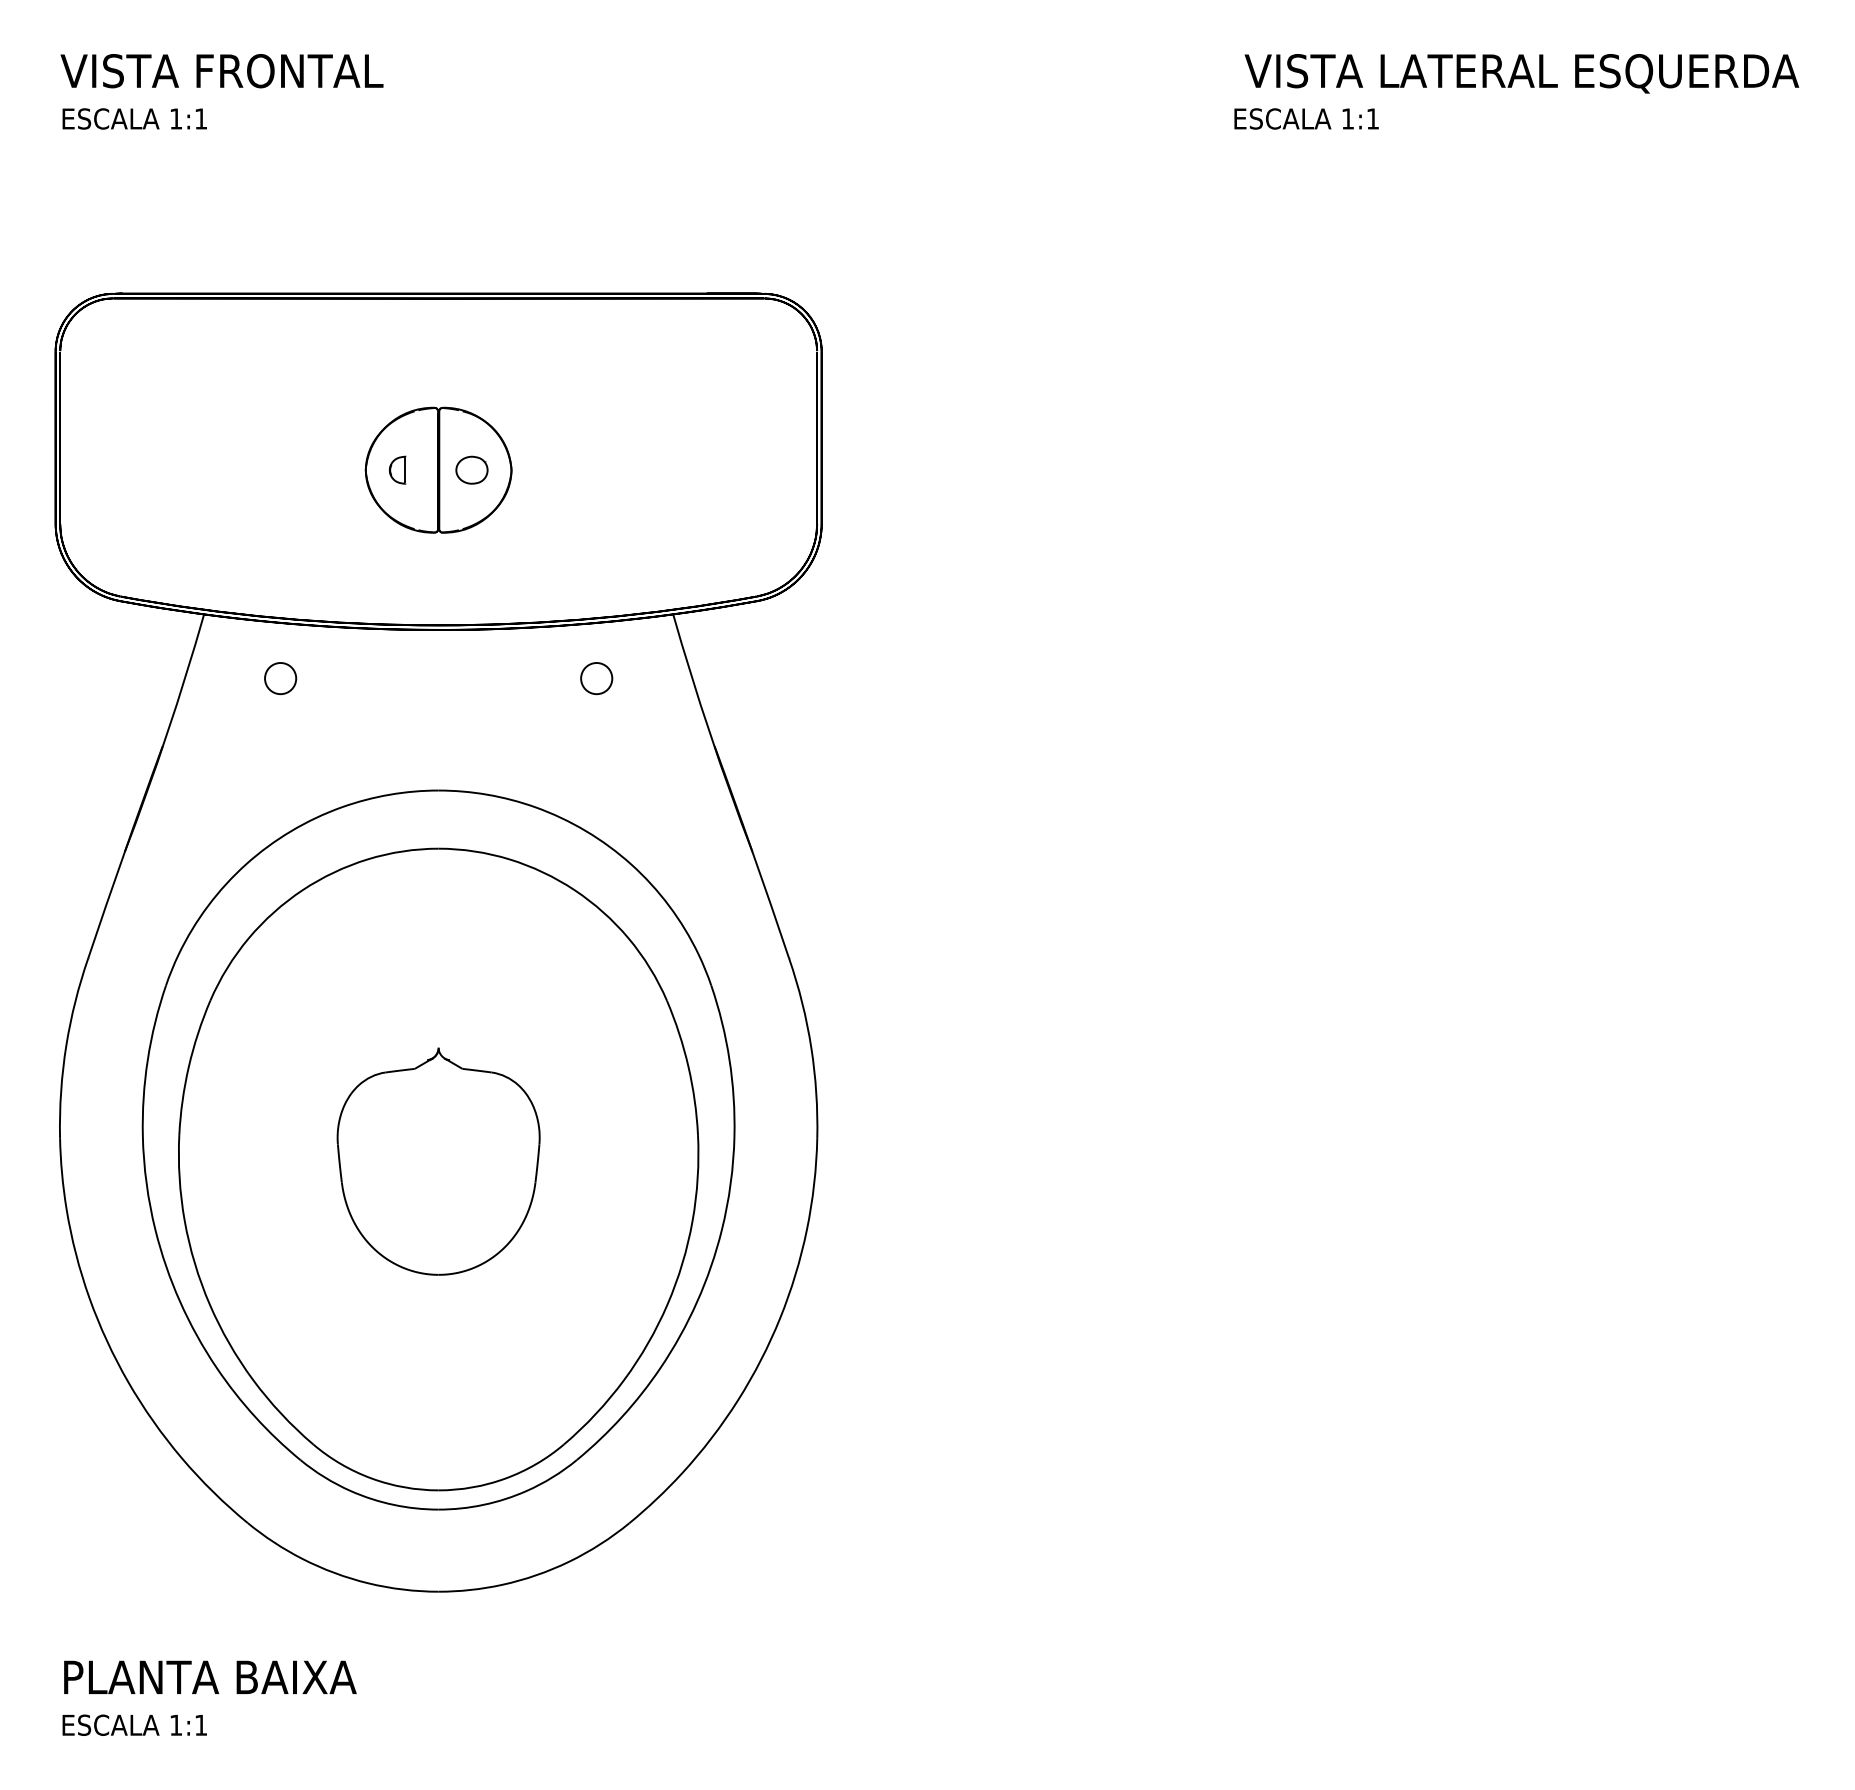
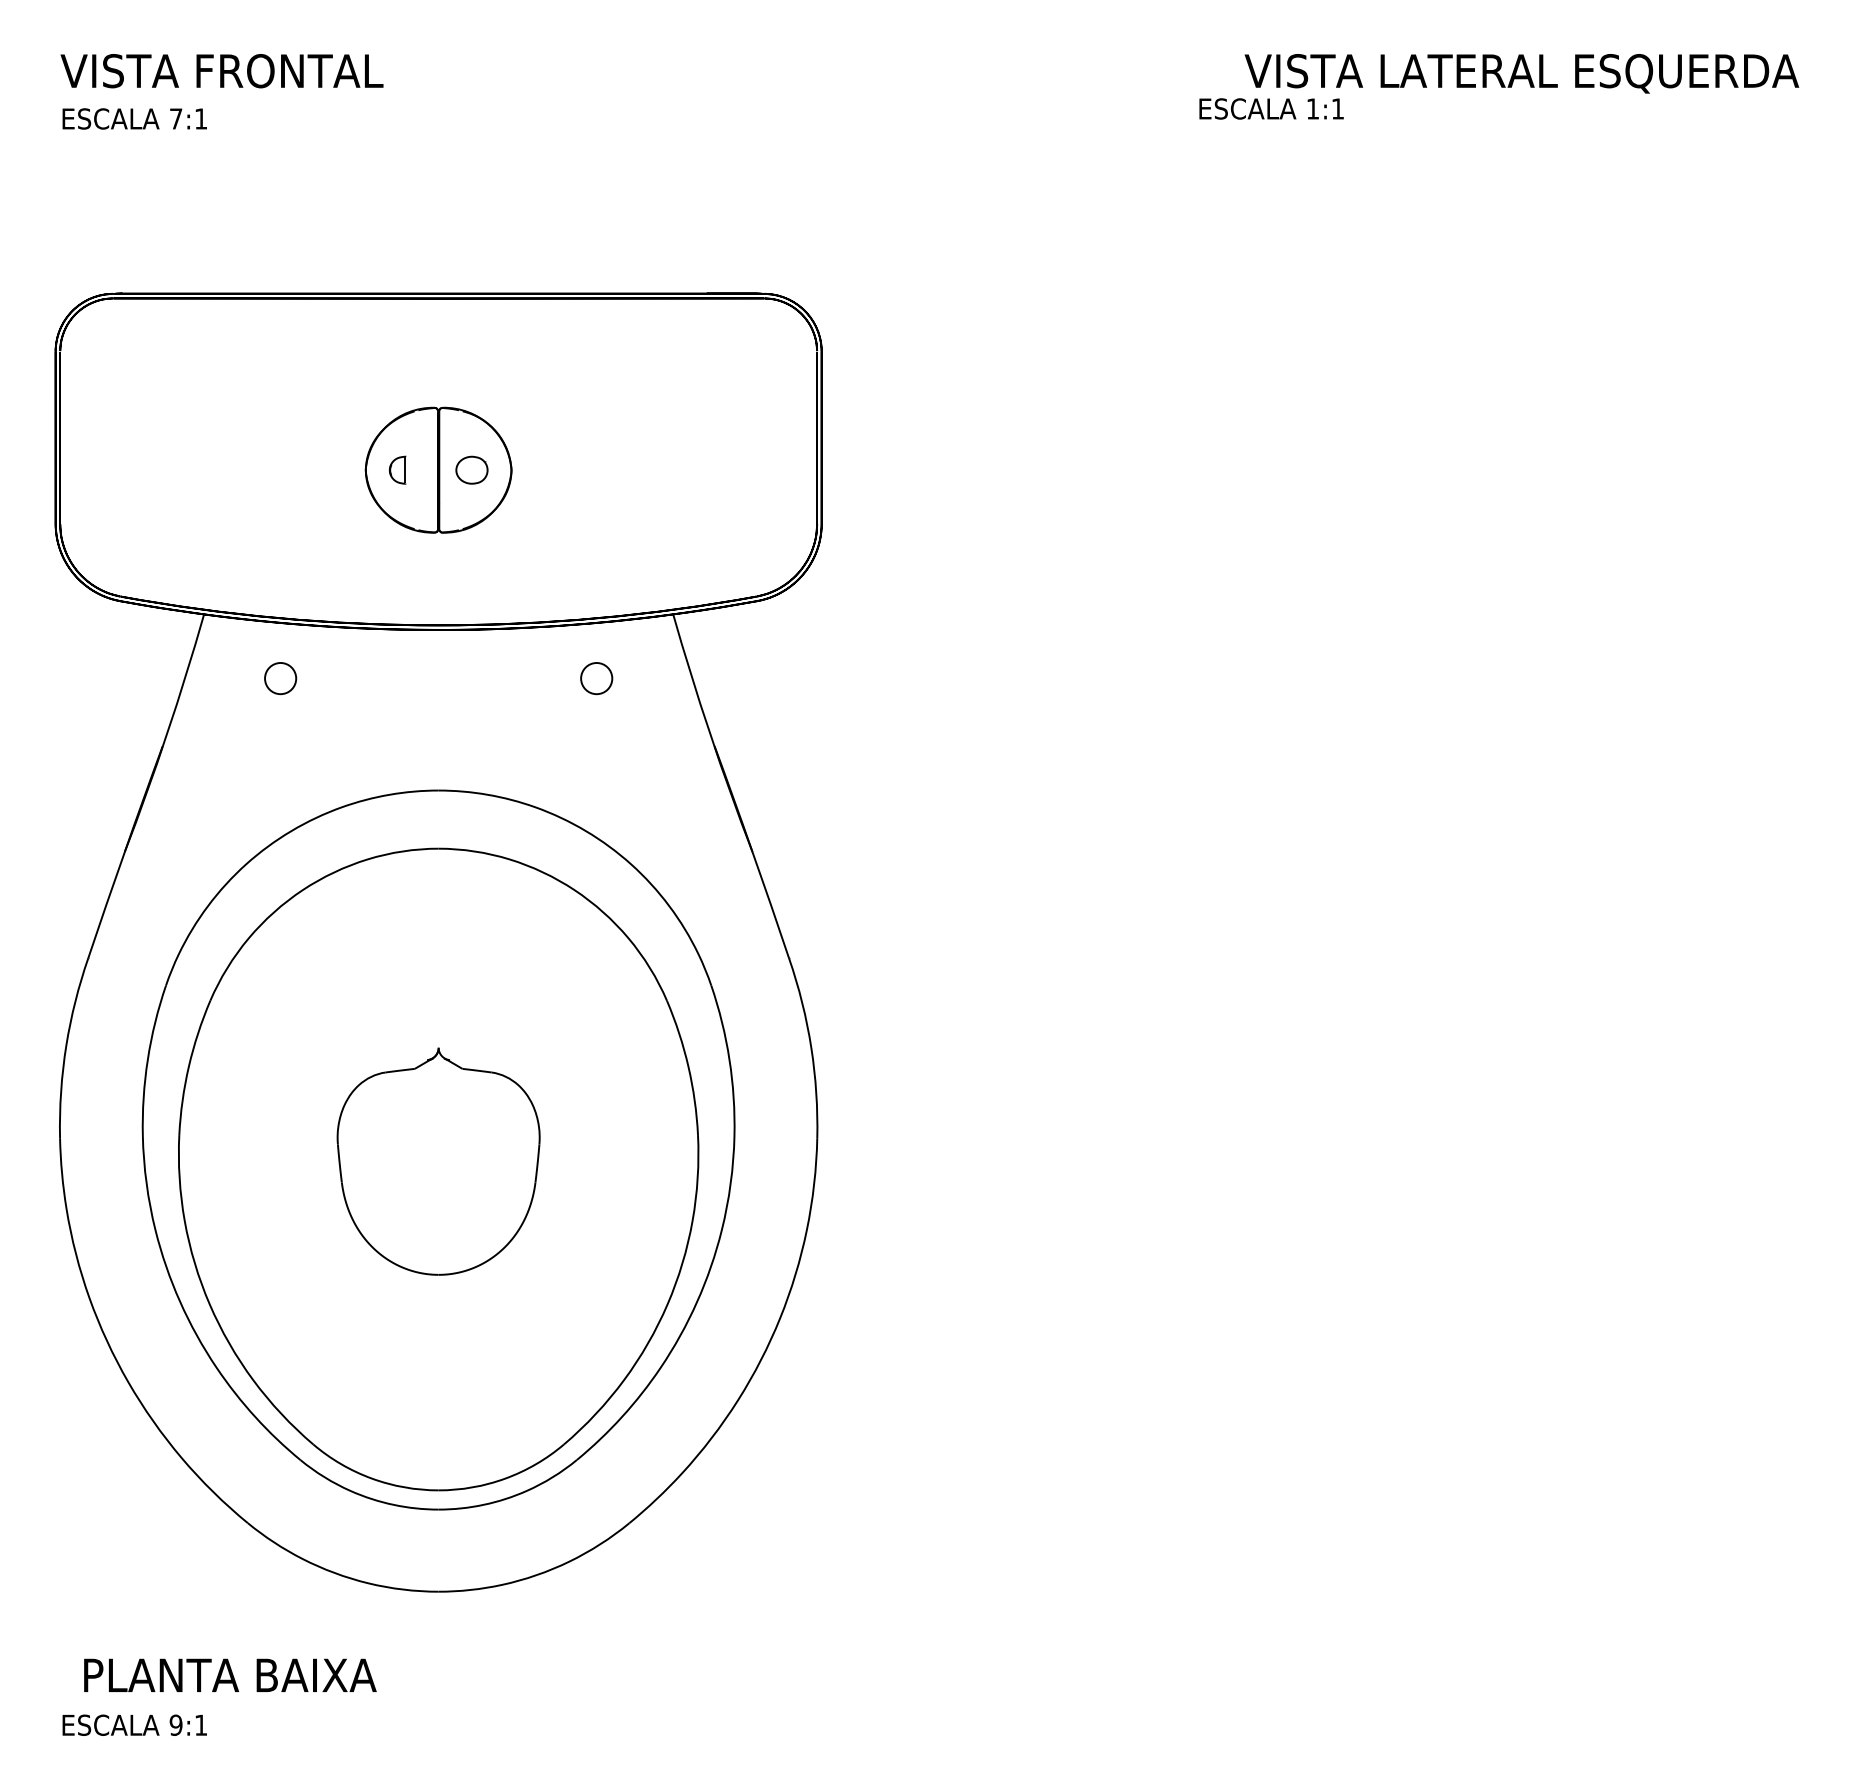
text at (176, 118): 1:1 -> 7:1
text at (1306, 118) position: (1306, 118) -> (1271, 108)
text at (210, 1676) position: (210, 1676) -> (230, 1674)
text at (175, 1724): 1:1 -> 9:1
